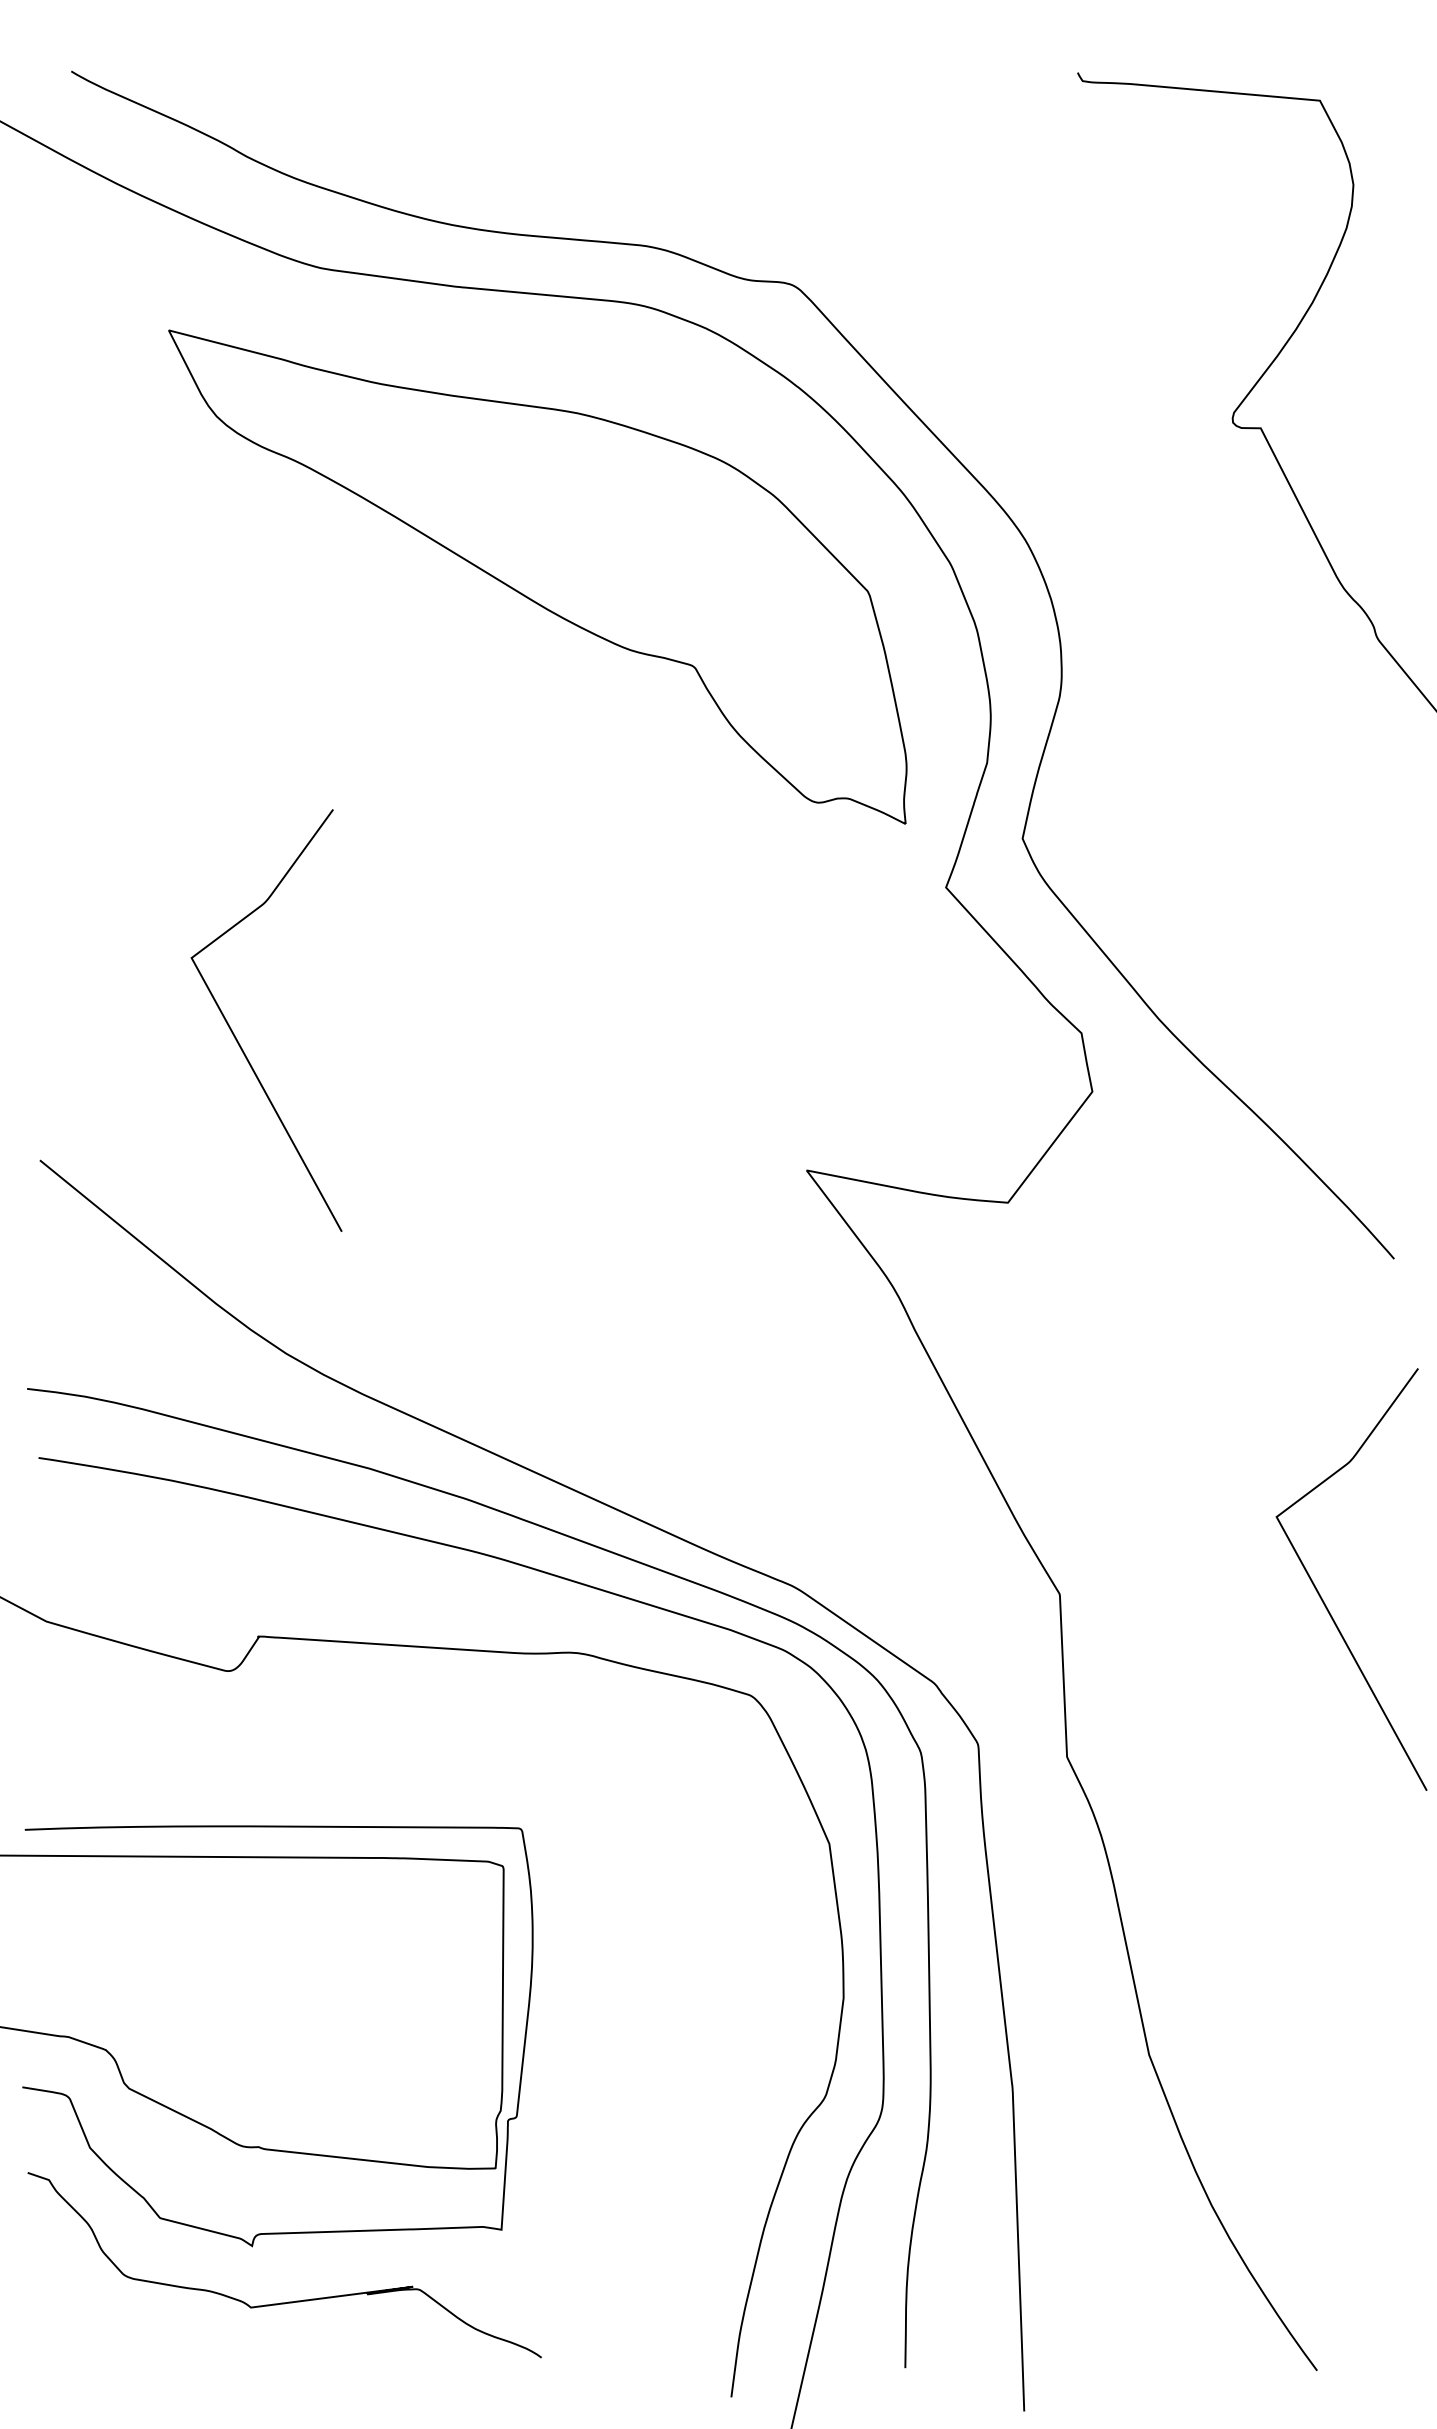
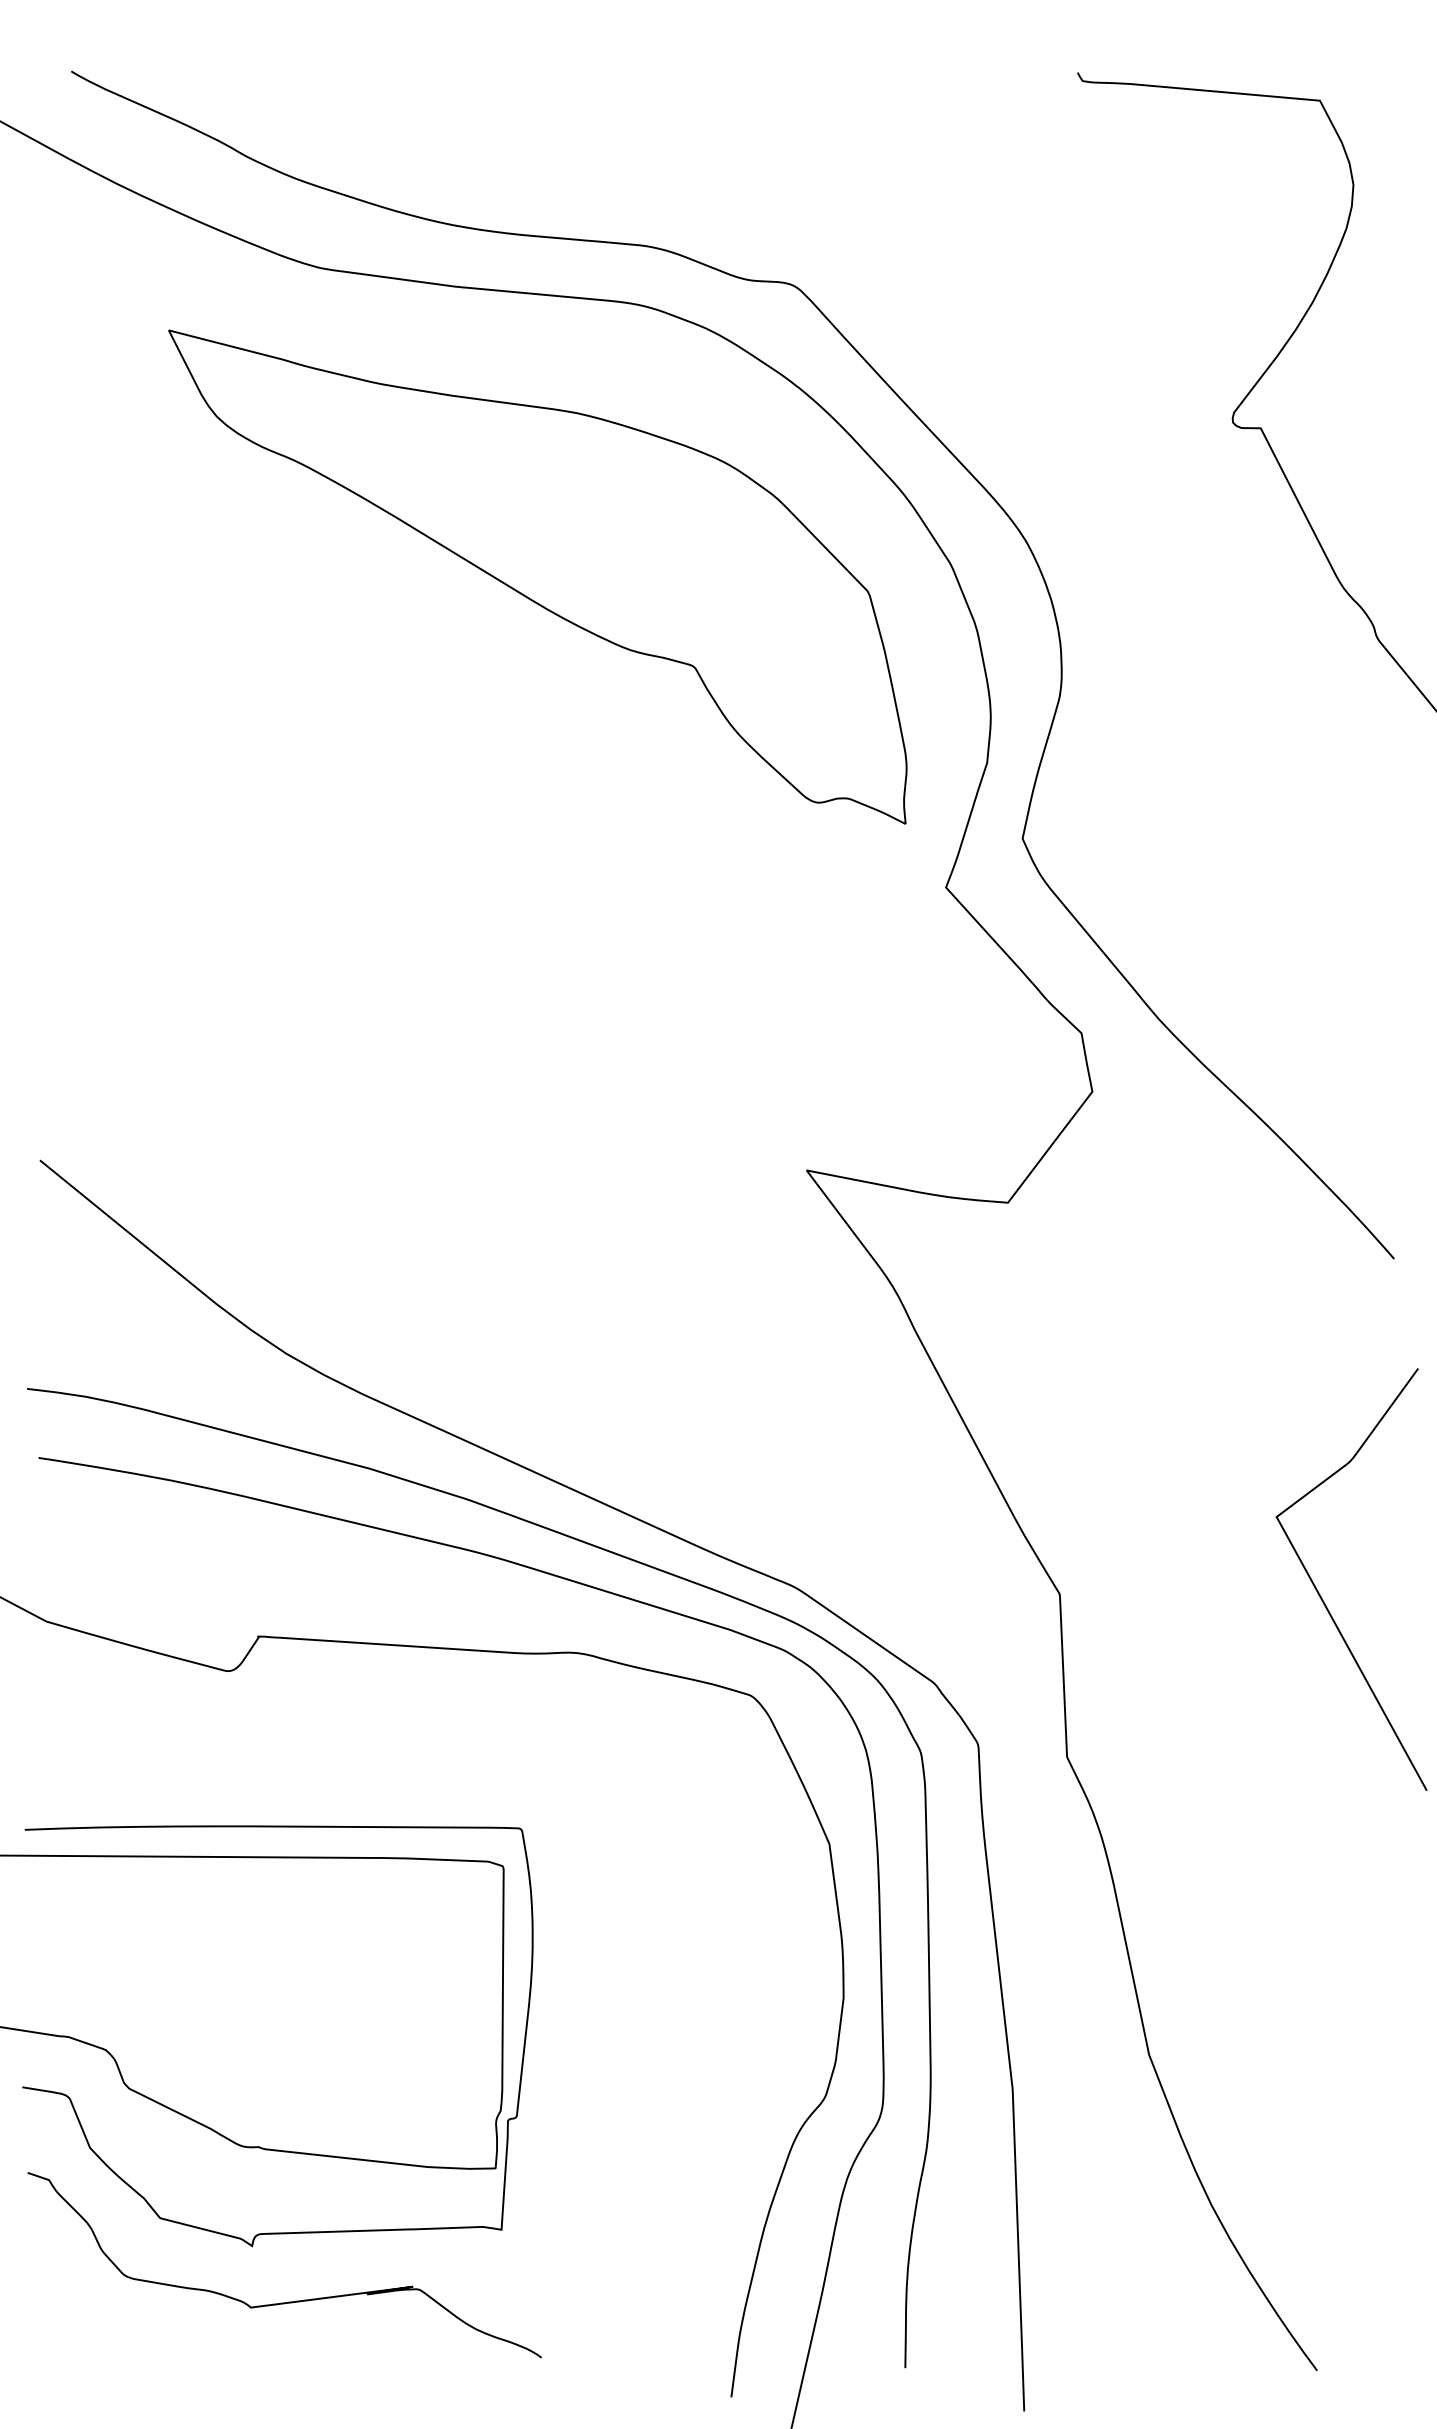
curve at (235, 1035): present -> none
